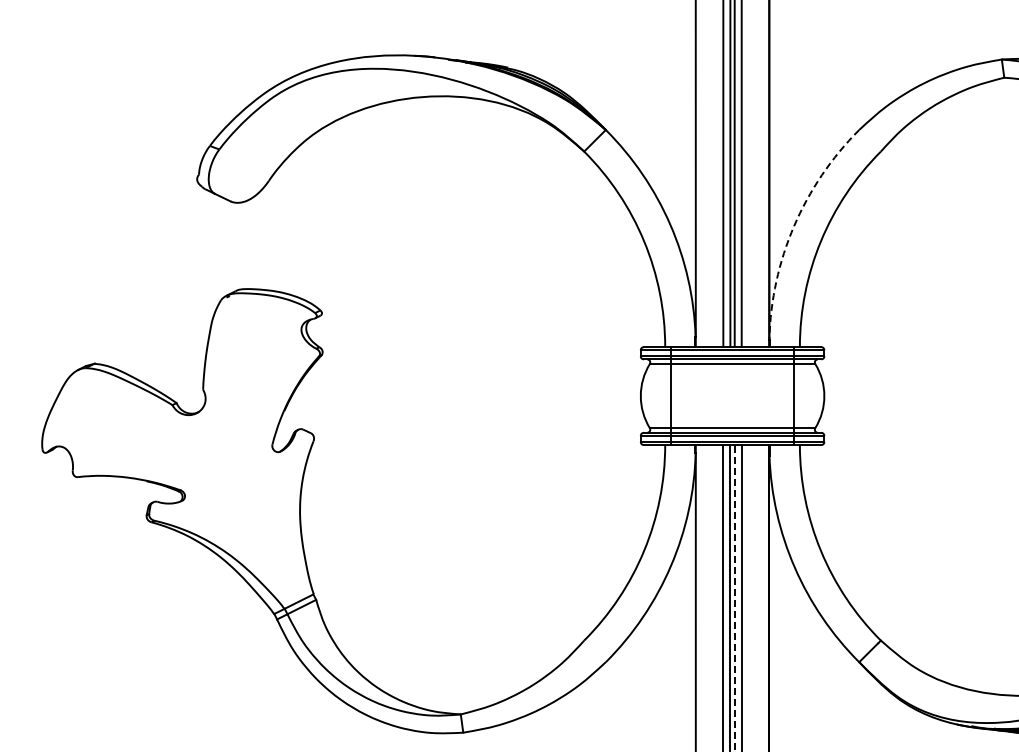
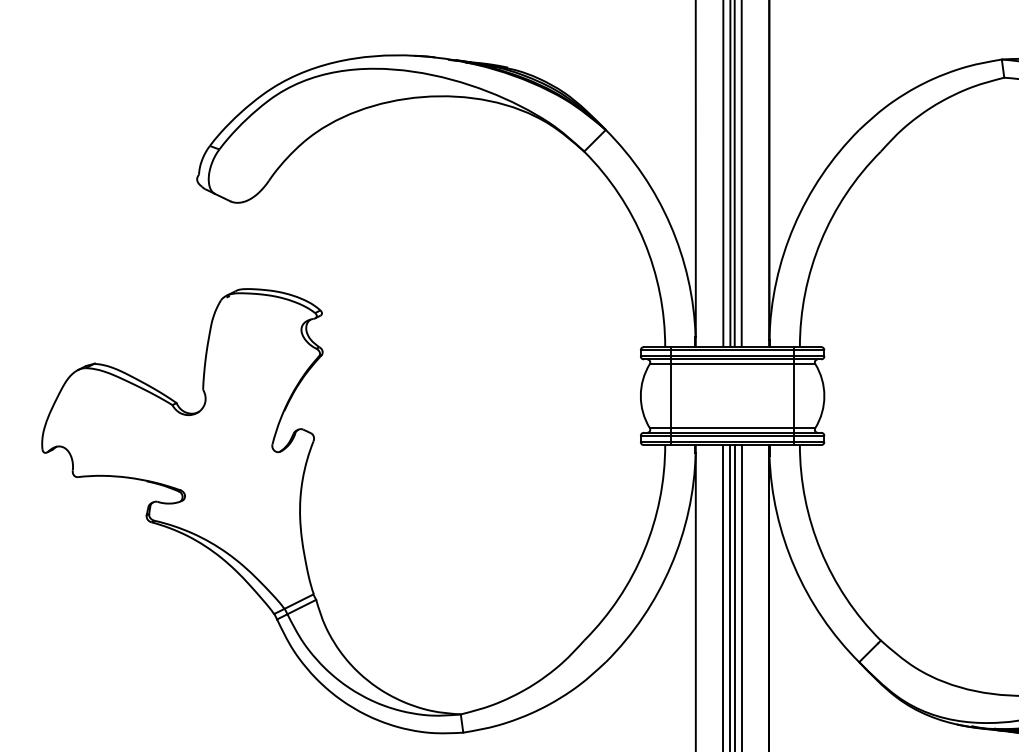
arc at (794, 226): dashed -> solid
line at (734, 598): dashed -> solid
